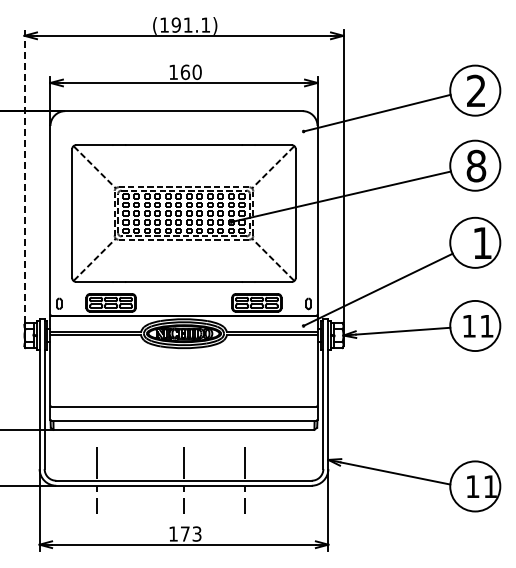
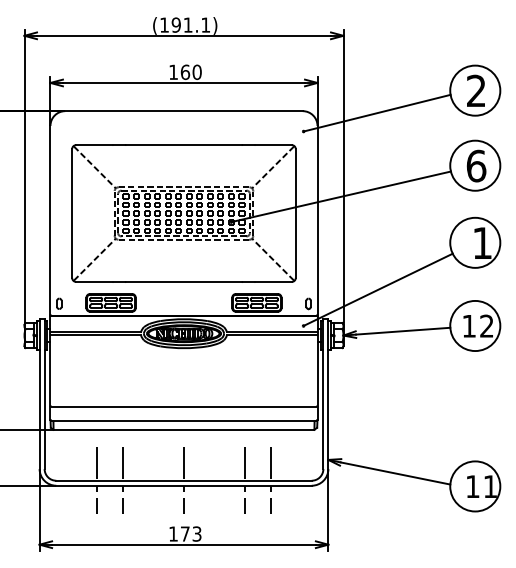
text at (476, 165): 8 -> 6
line at (24, 176): dashed -> solid
text at (486, 325): 11 -> 12
line at (123, 480): none -> present
line at (270, 480): none -> present
